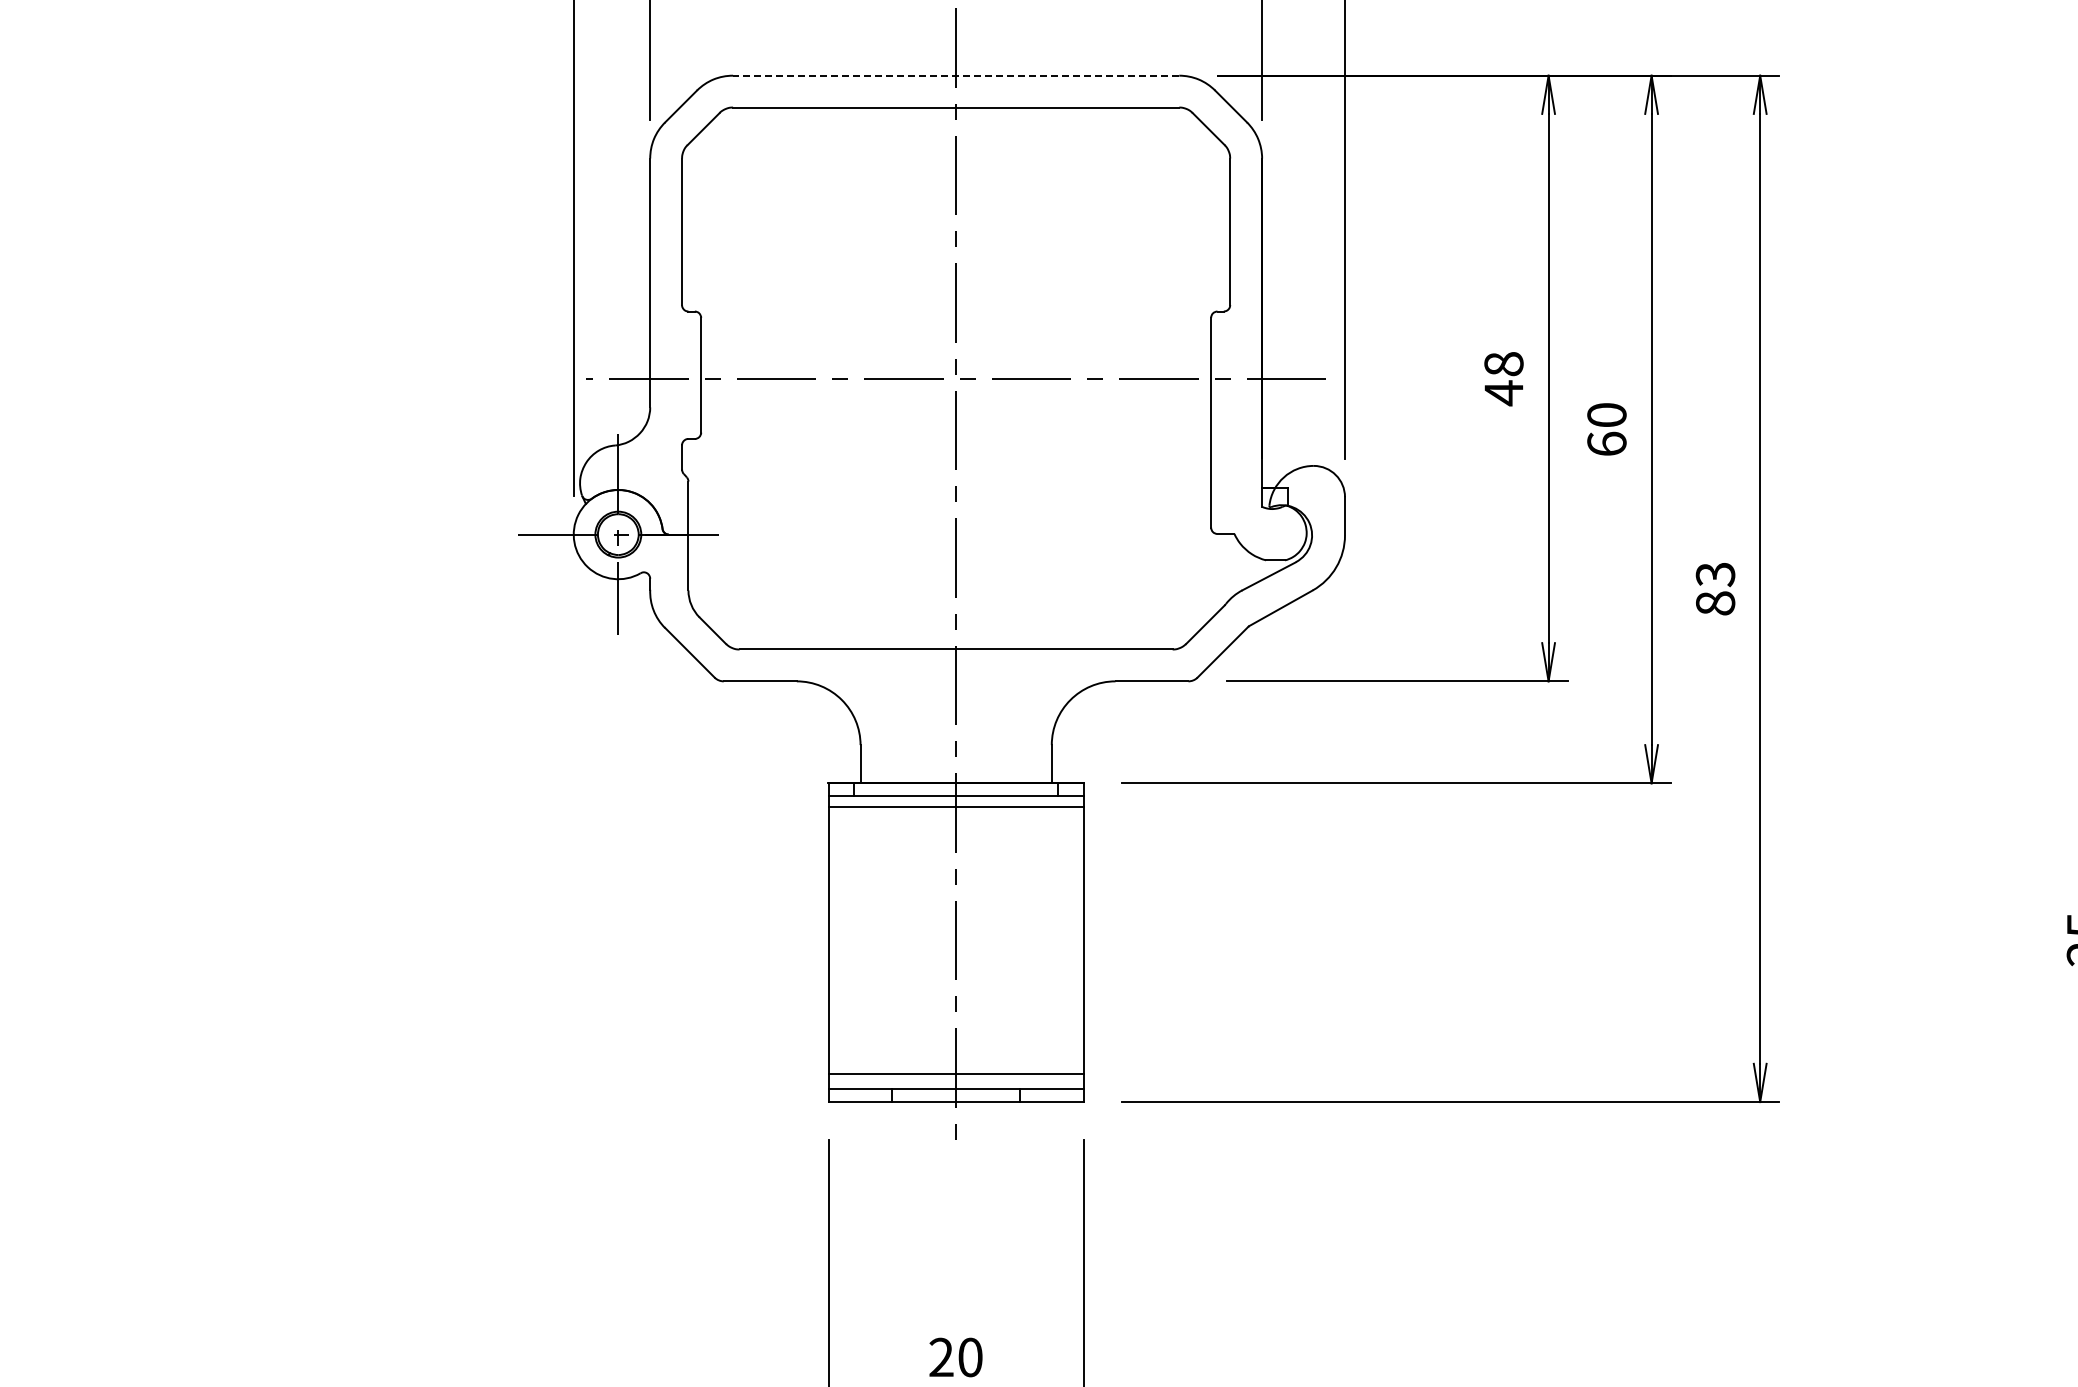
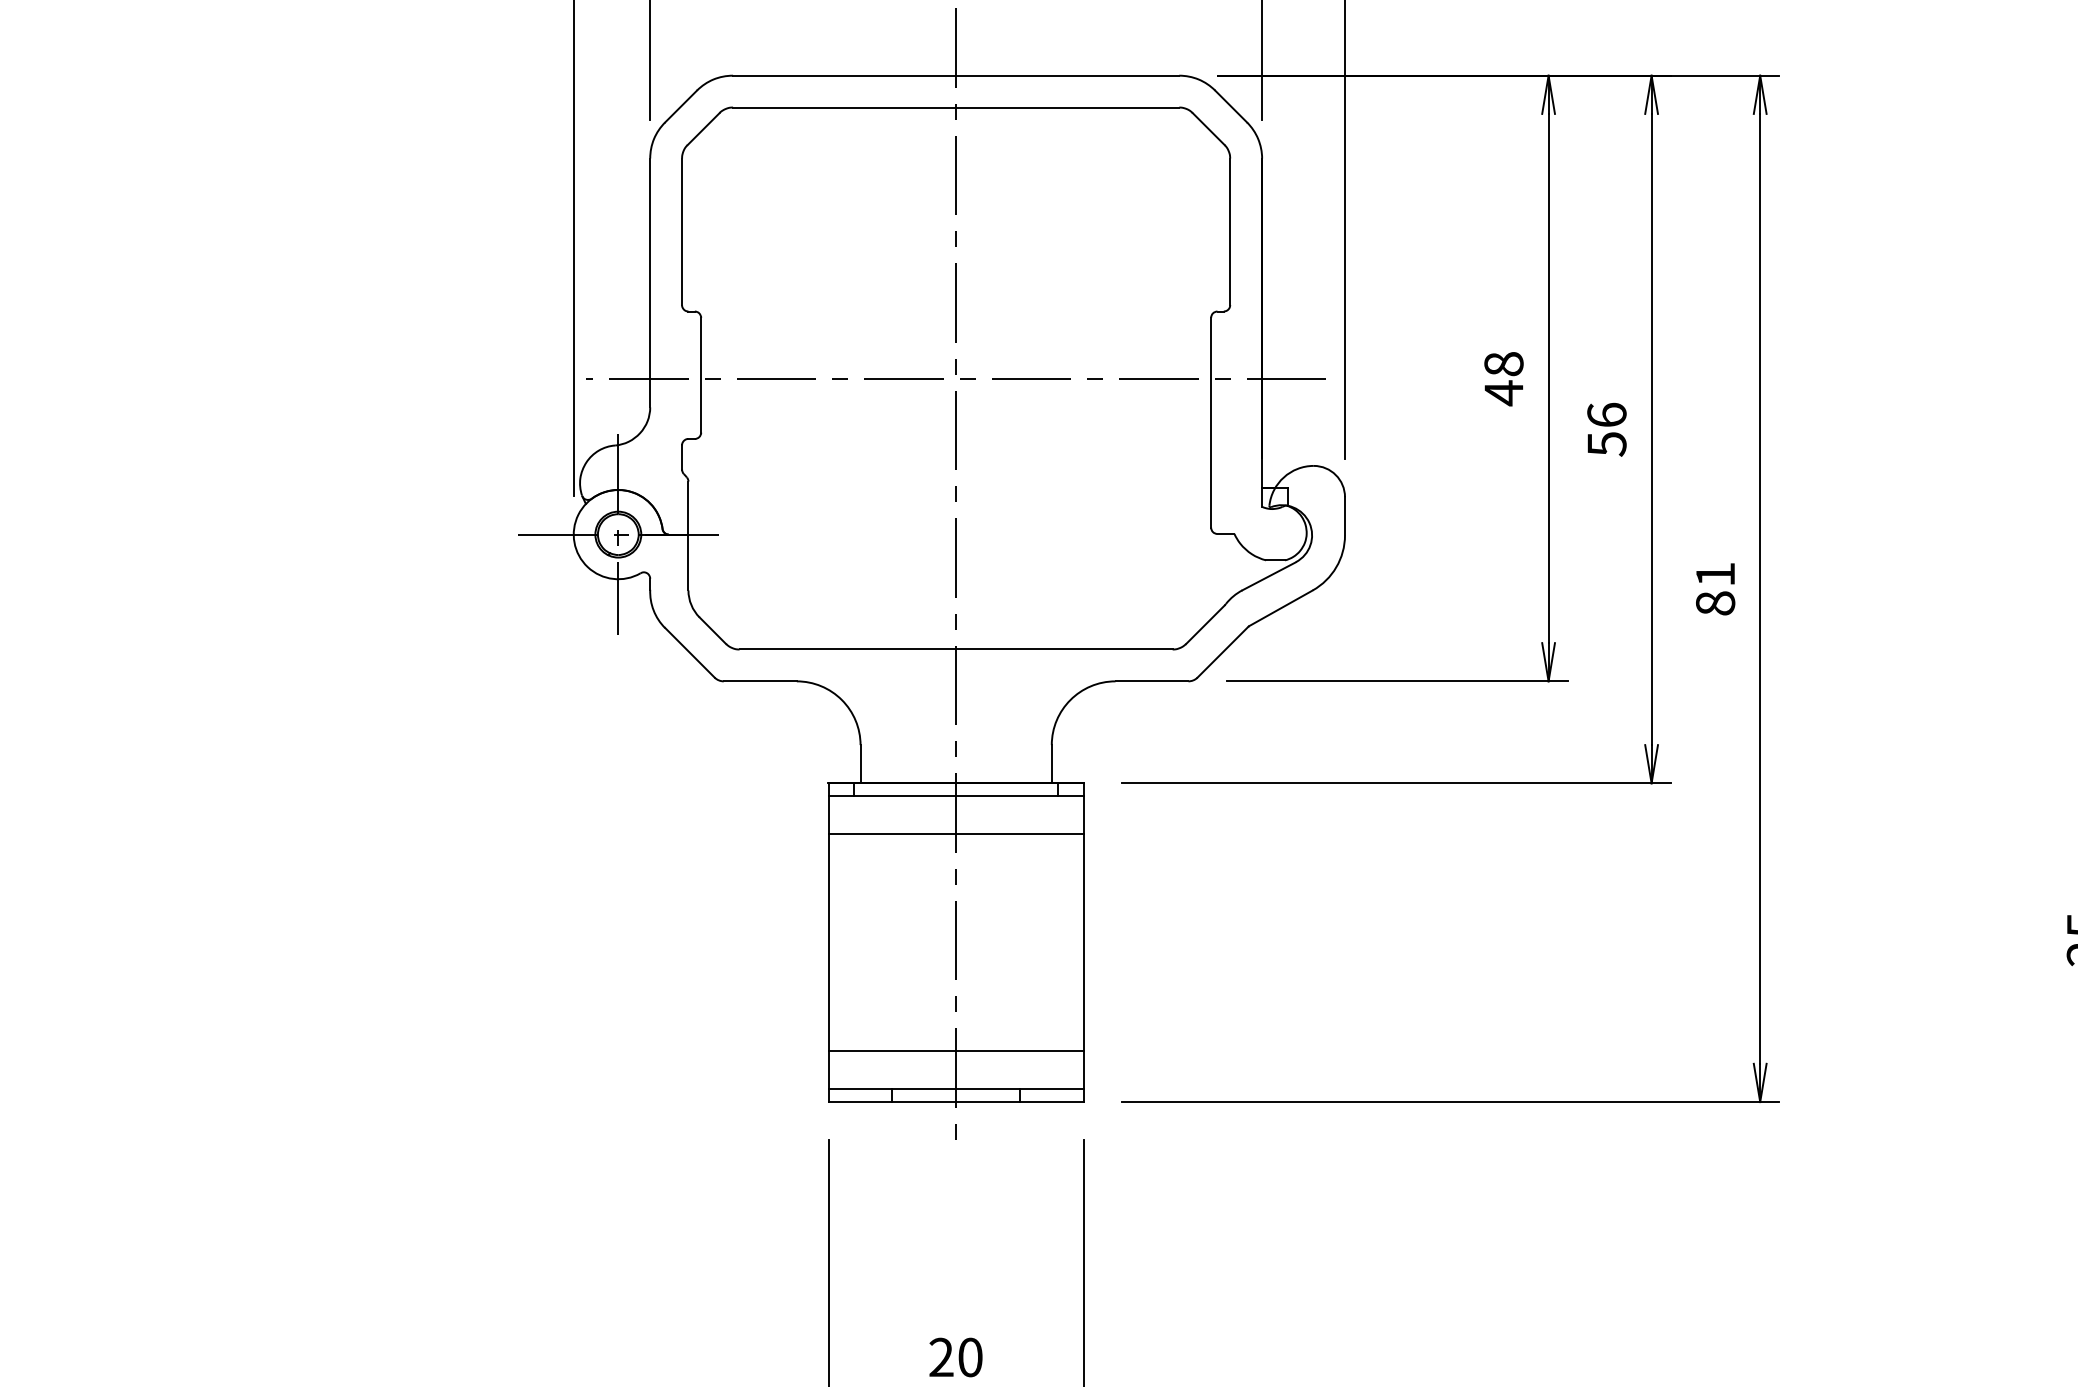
line at (955, 75): dashed -> solid
text at (1606, 429): 60 -> 56
text at (1715, 575): 83 -> 81
line at (955, 807) position: (955, 807) -> (955, 834)
line at (955, 1074) position: (955, 1074) -> (955, 1051)
